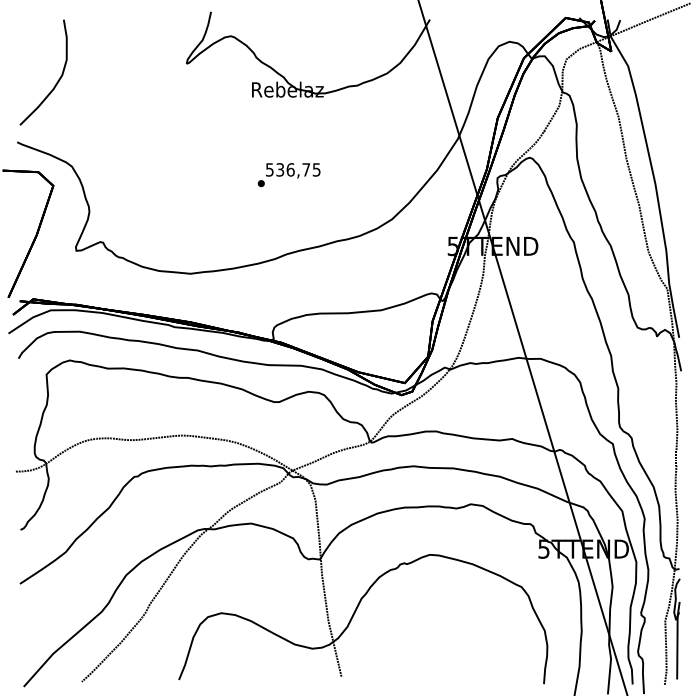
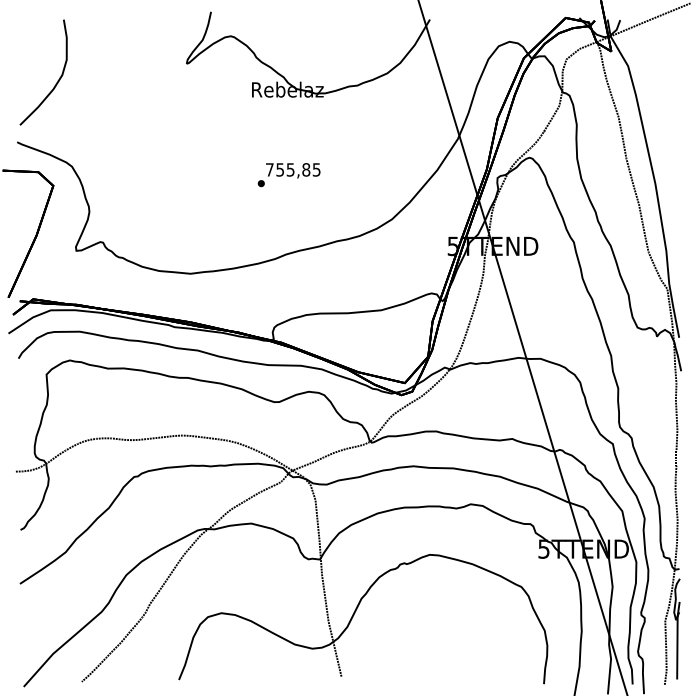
text at (288, 169): 536,75 -> 755,85
